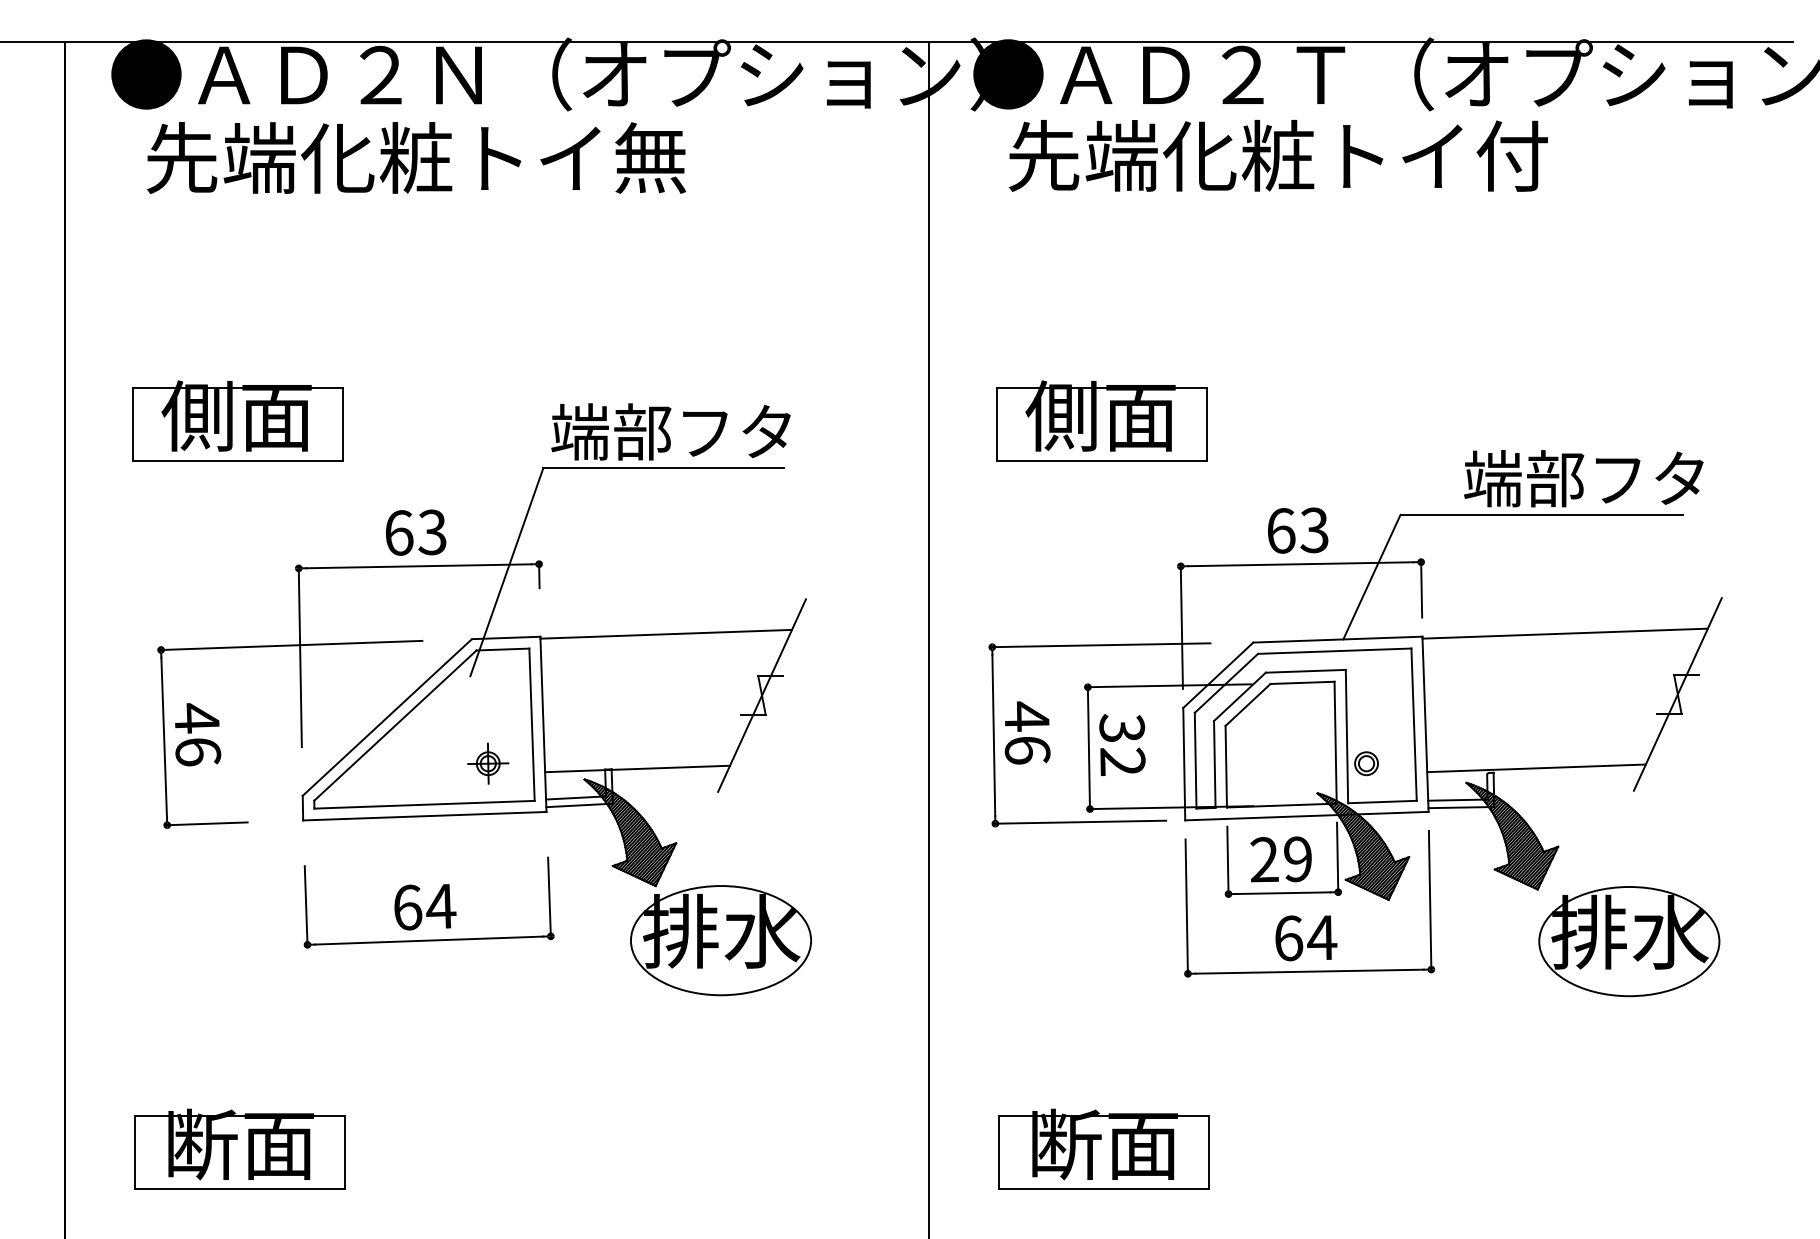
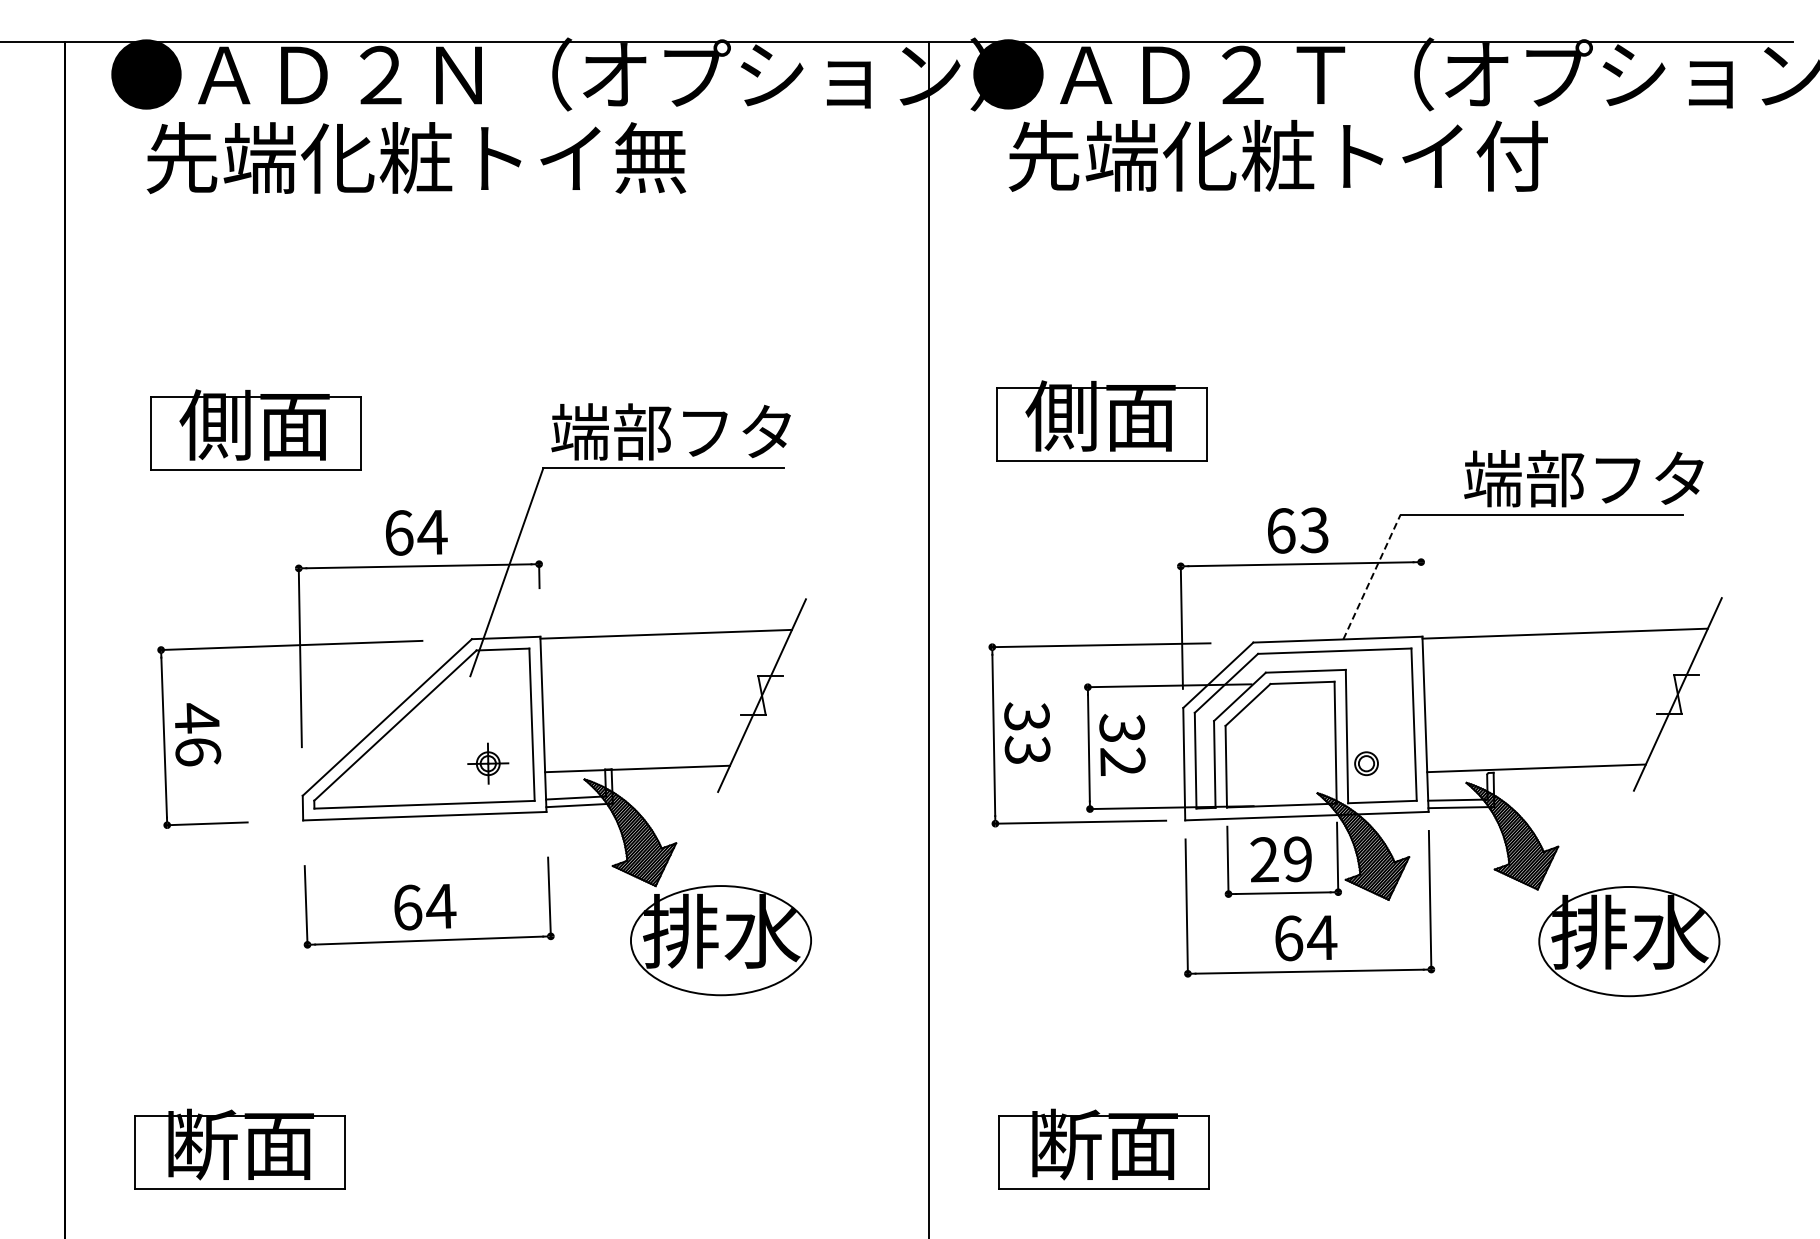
part at (237, 420) position: (237, 420) -> (255, 429)
text at (432, 532): 63 -> 64
line at (1371, 577): solid -> dashed
line at (1421, 589): present -> none
text at (1027, 732): 46 -> 33
